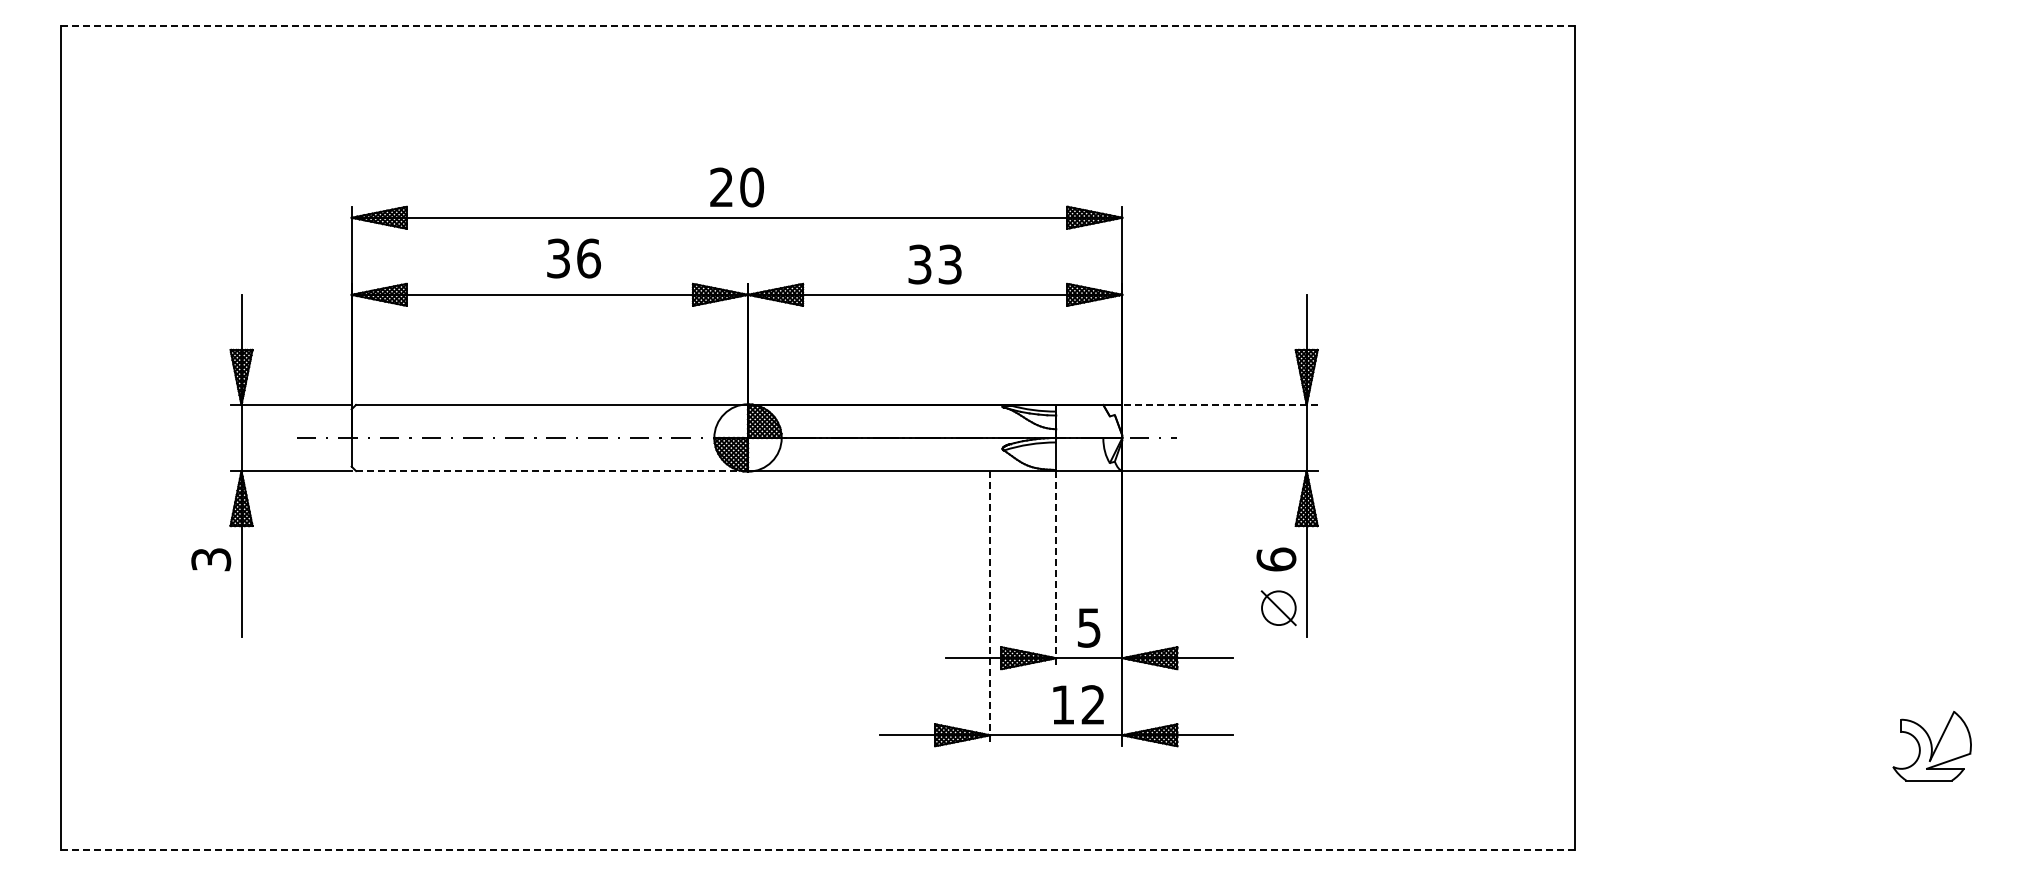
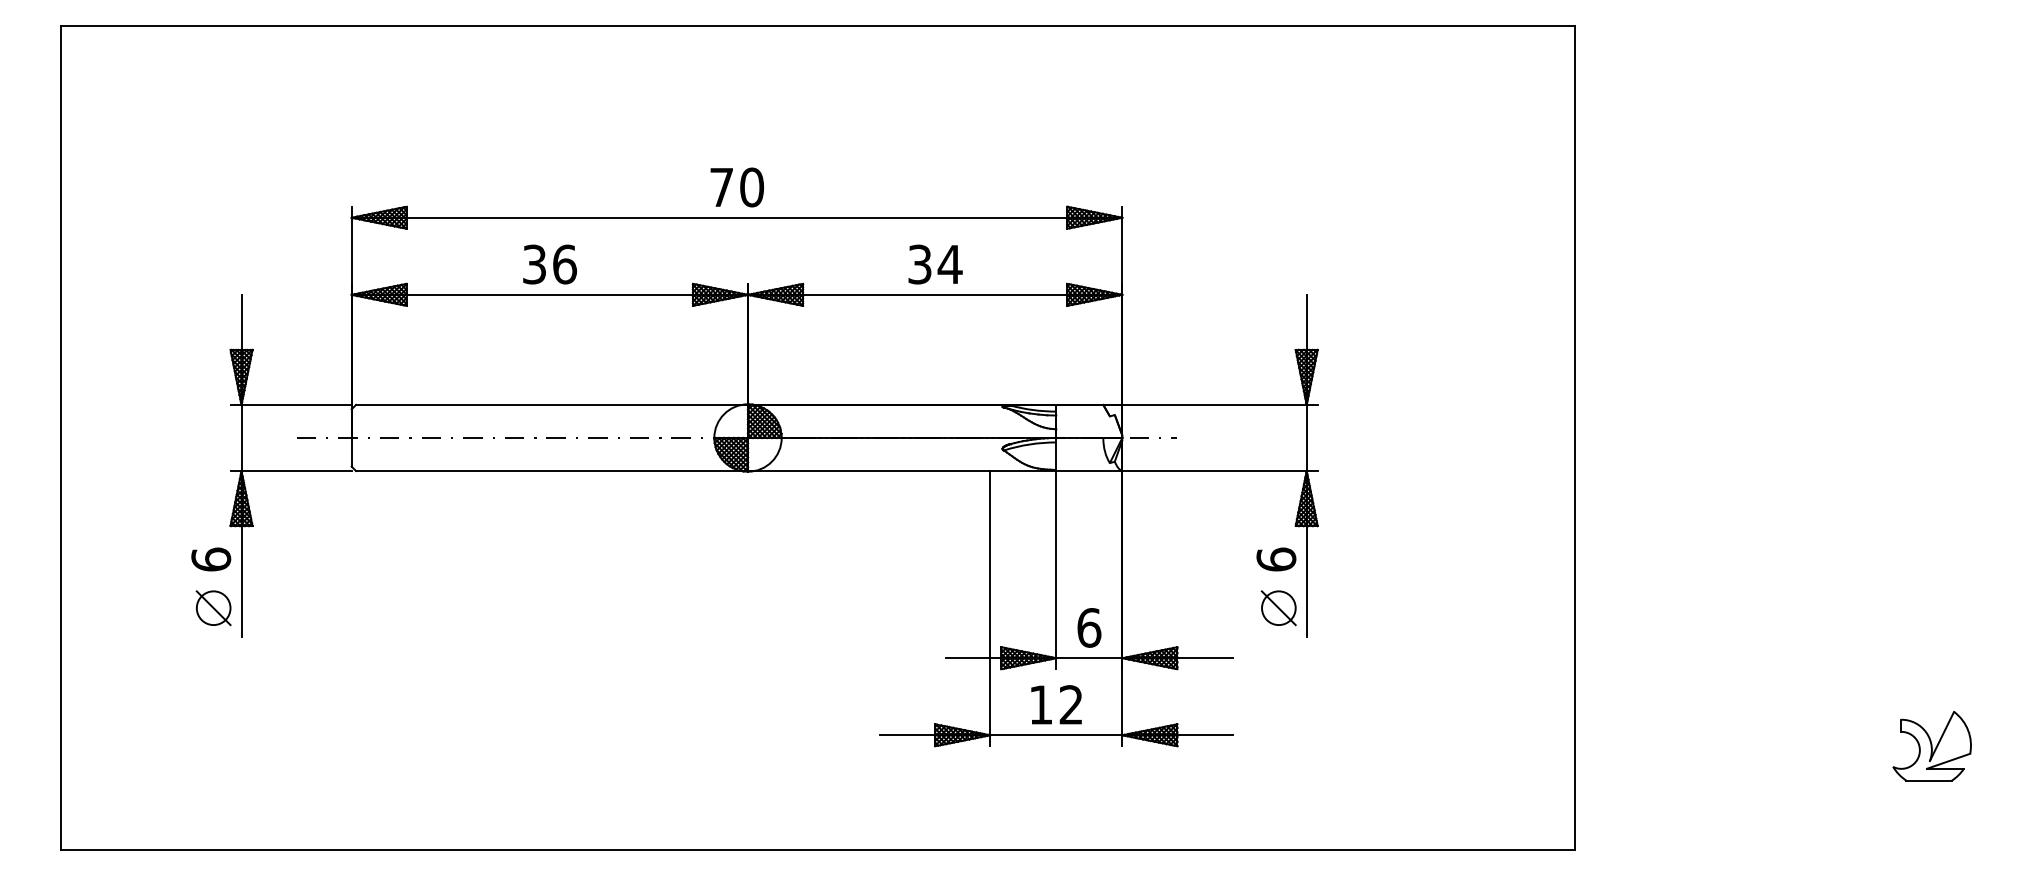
line at (817, 26): dashed -> solid
text at (721, 186): 20 -> 70
text at (573, 258) position: (573, 258) -> (549, 264)
text at (949, 264): 33 -> 34
line at (1220, 404): dashed -> solid
line at (552, 471): dashed -> solid
text at (211, 559): 3 -> 6
line at (1056, 570): dashed -> solid
part at (213, 608): none -> present
line at (990, 608): dashed -> solid
text at (1089, 627): 5 -> 6
text at (1078, 704) position: (1078, 704) -> (1056, 704)
line at (817, 849): dashed -> solid
